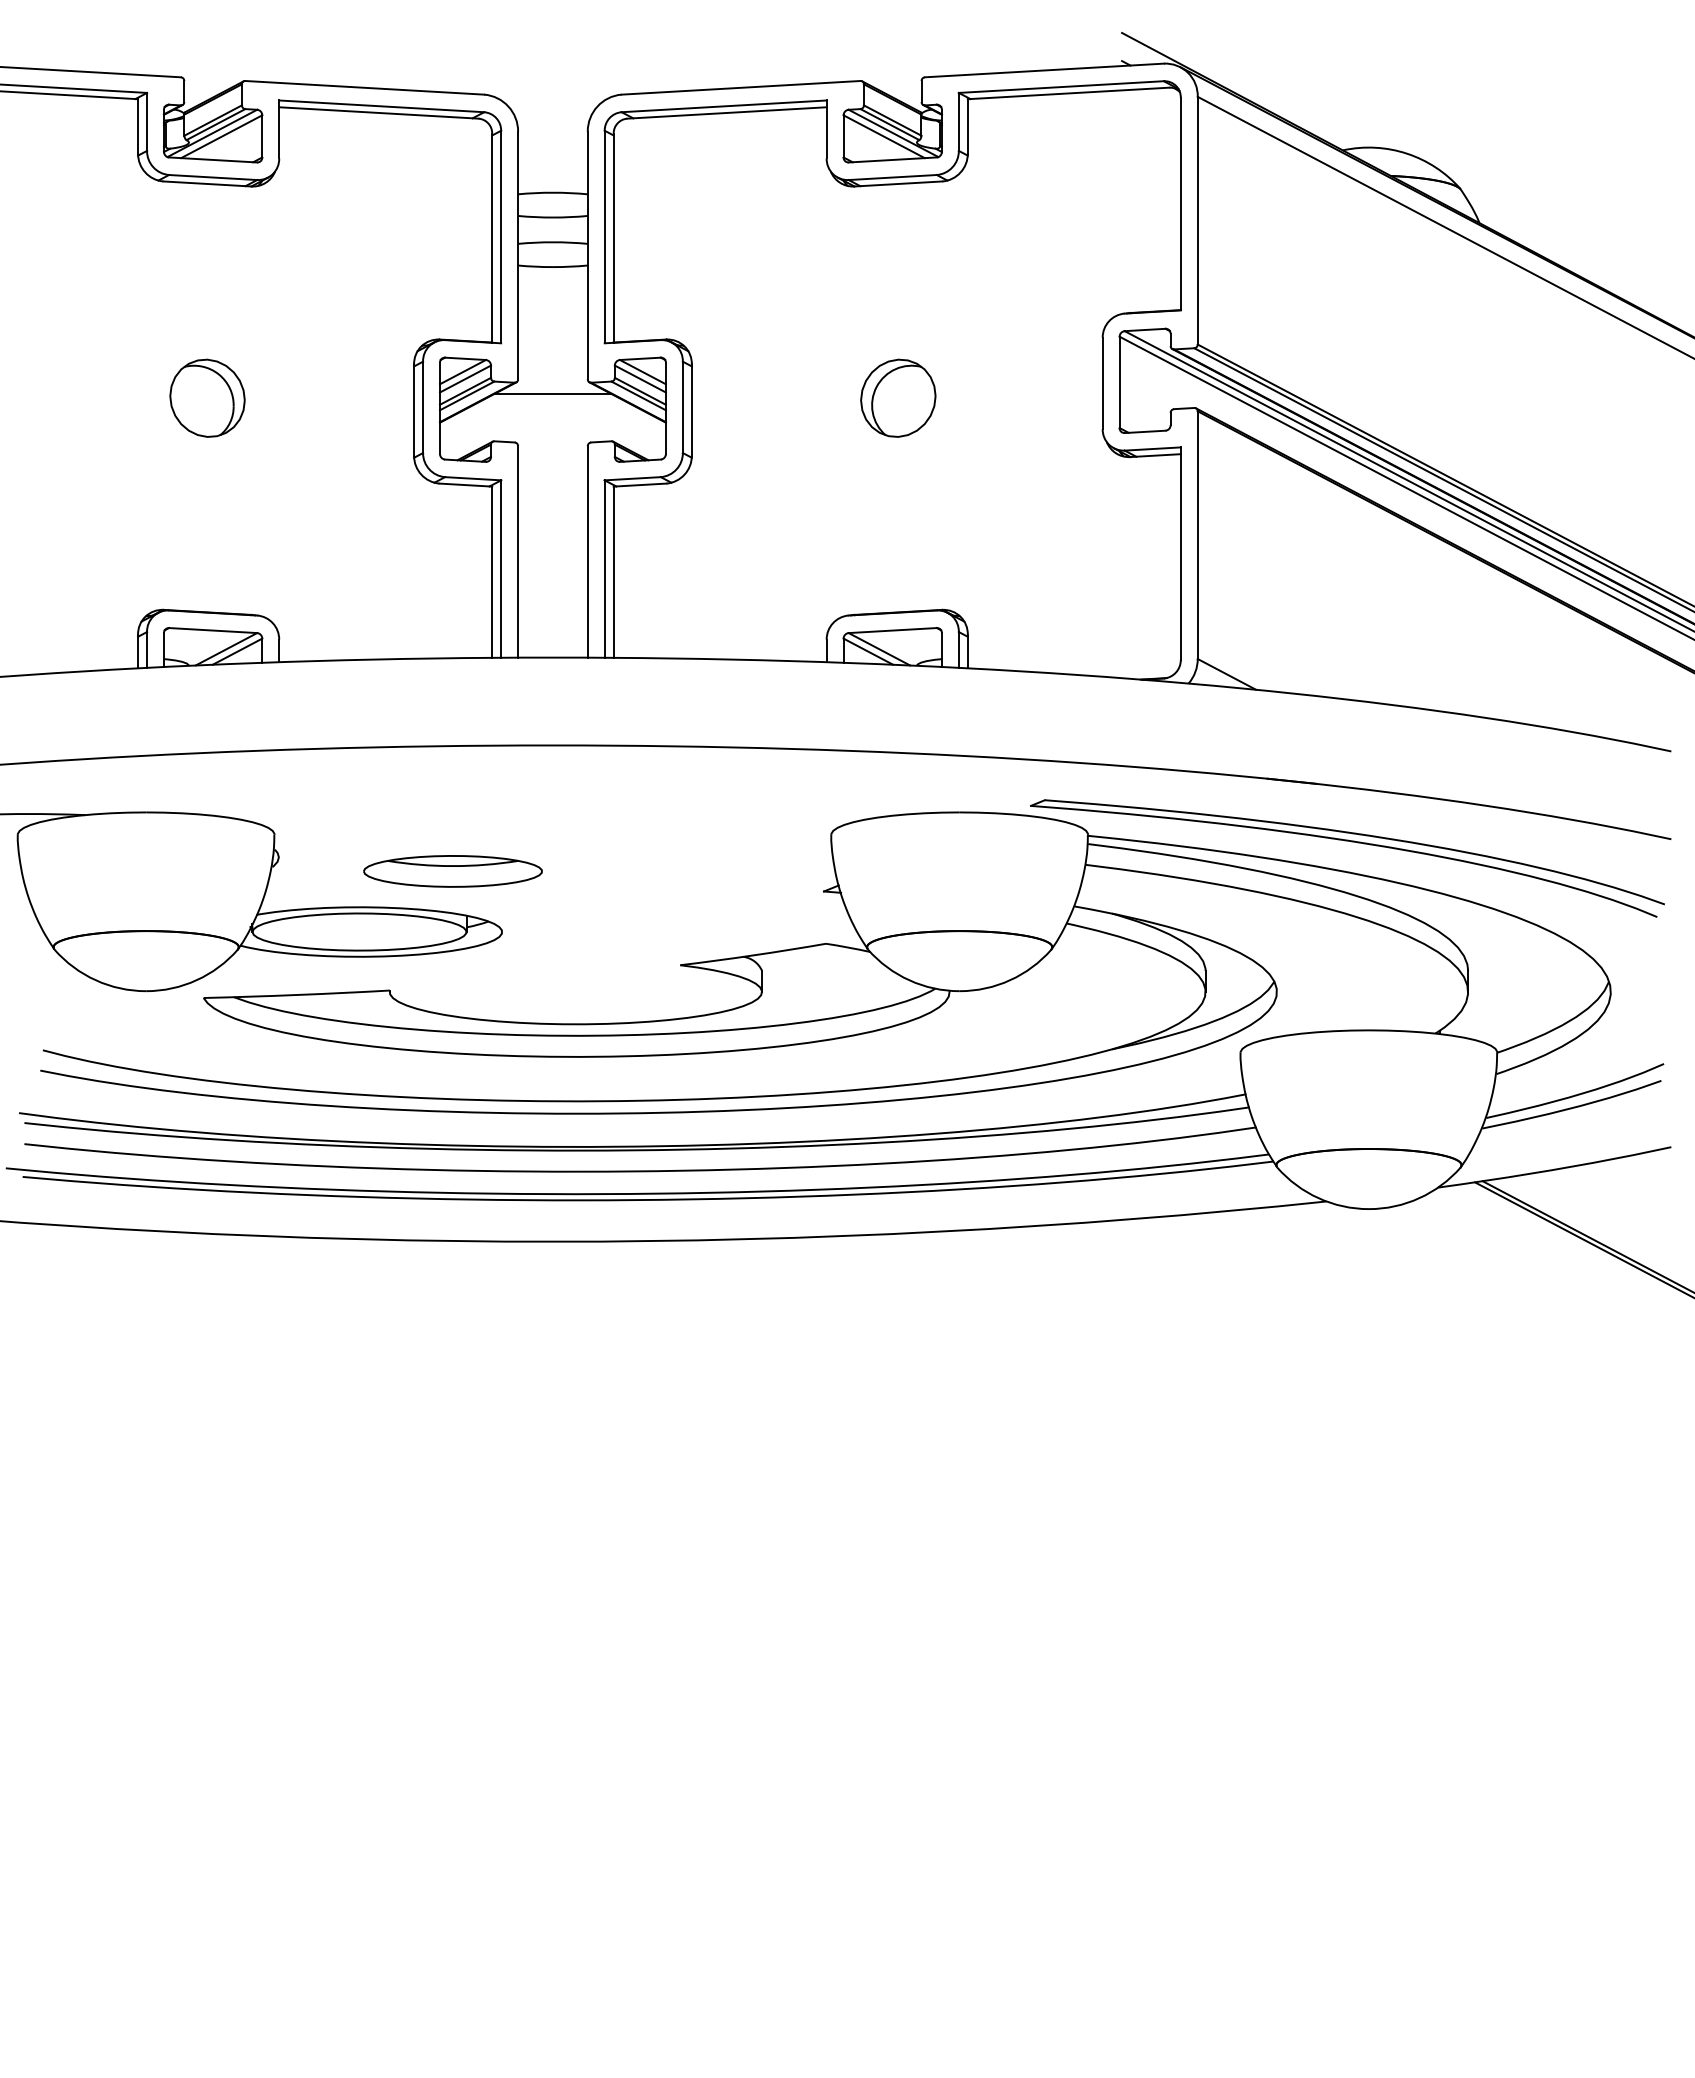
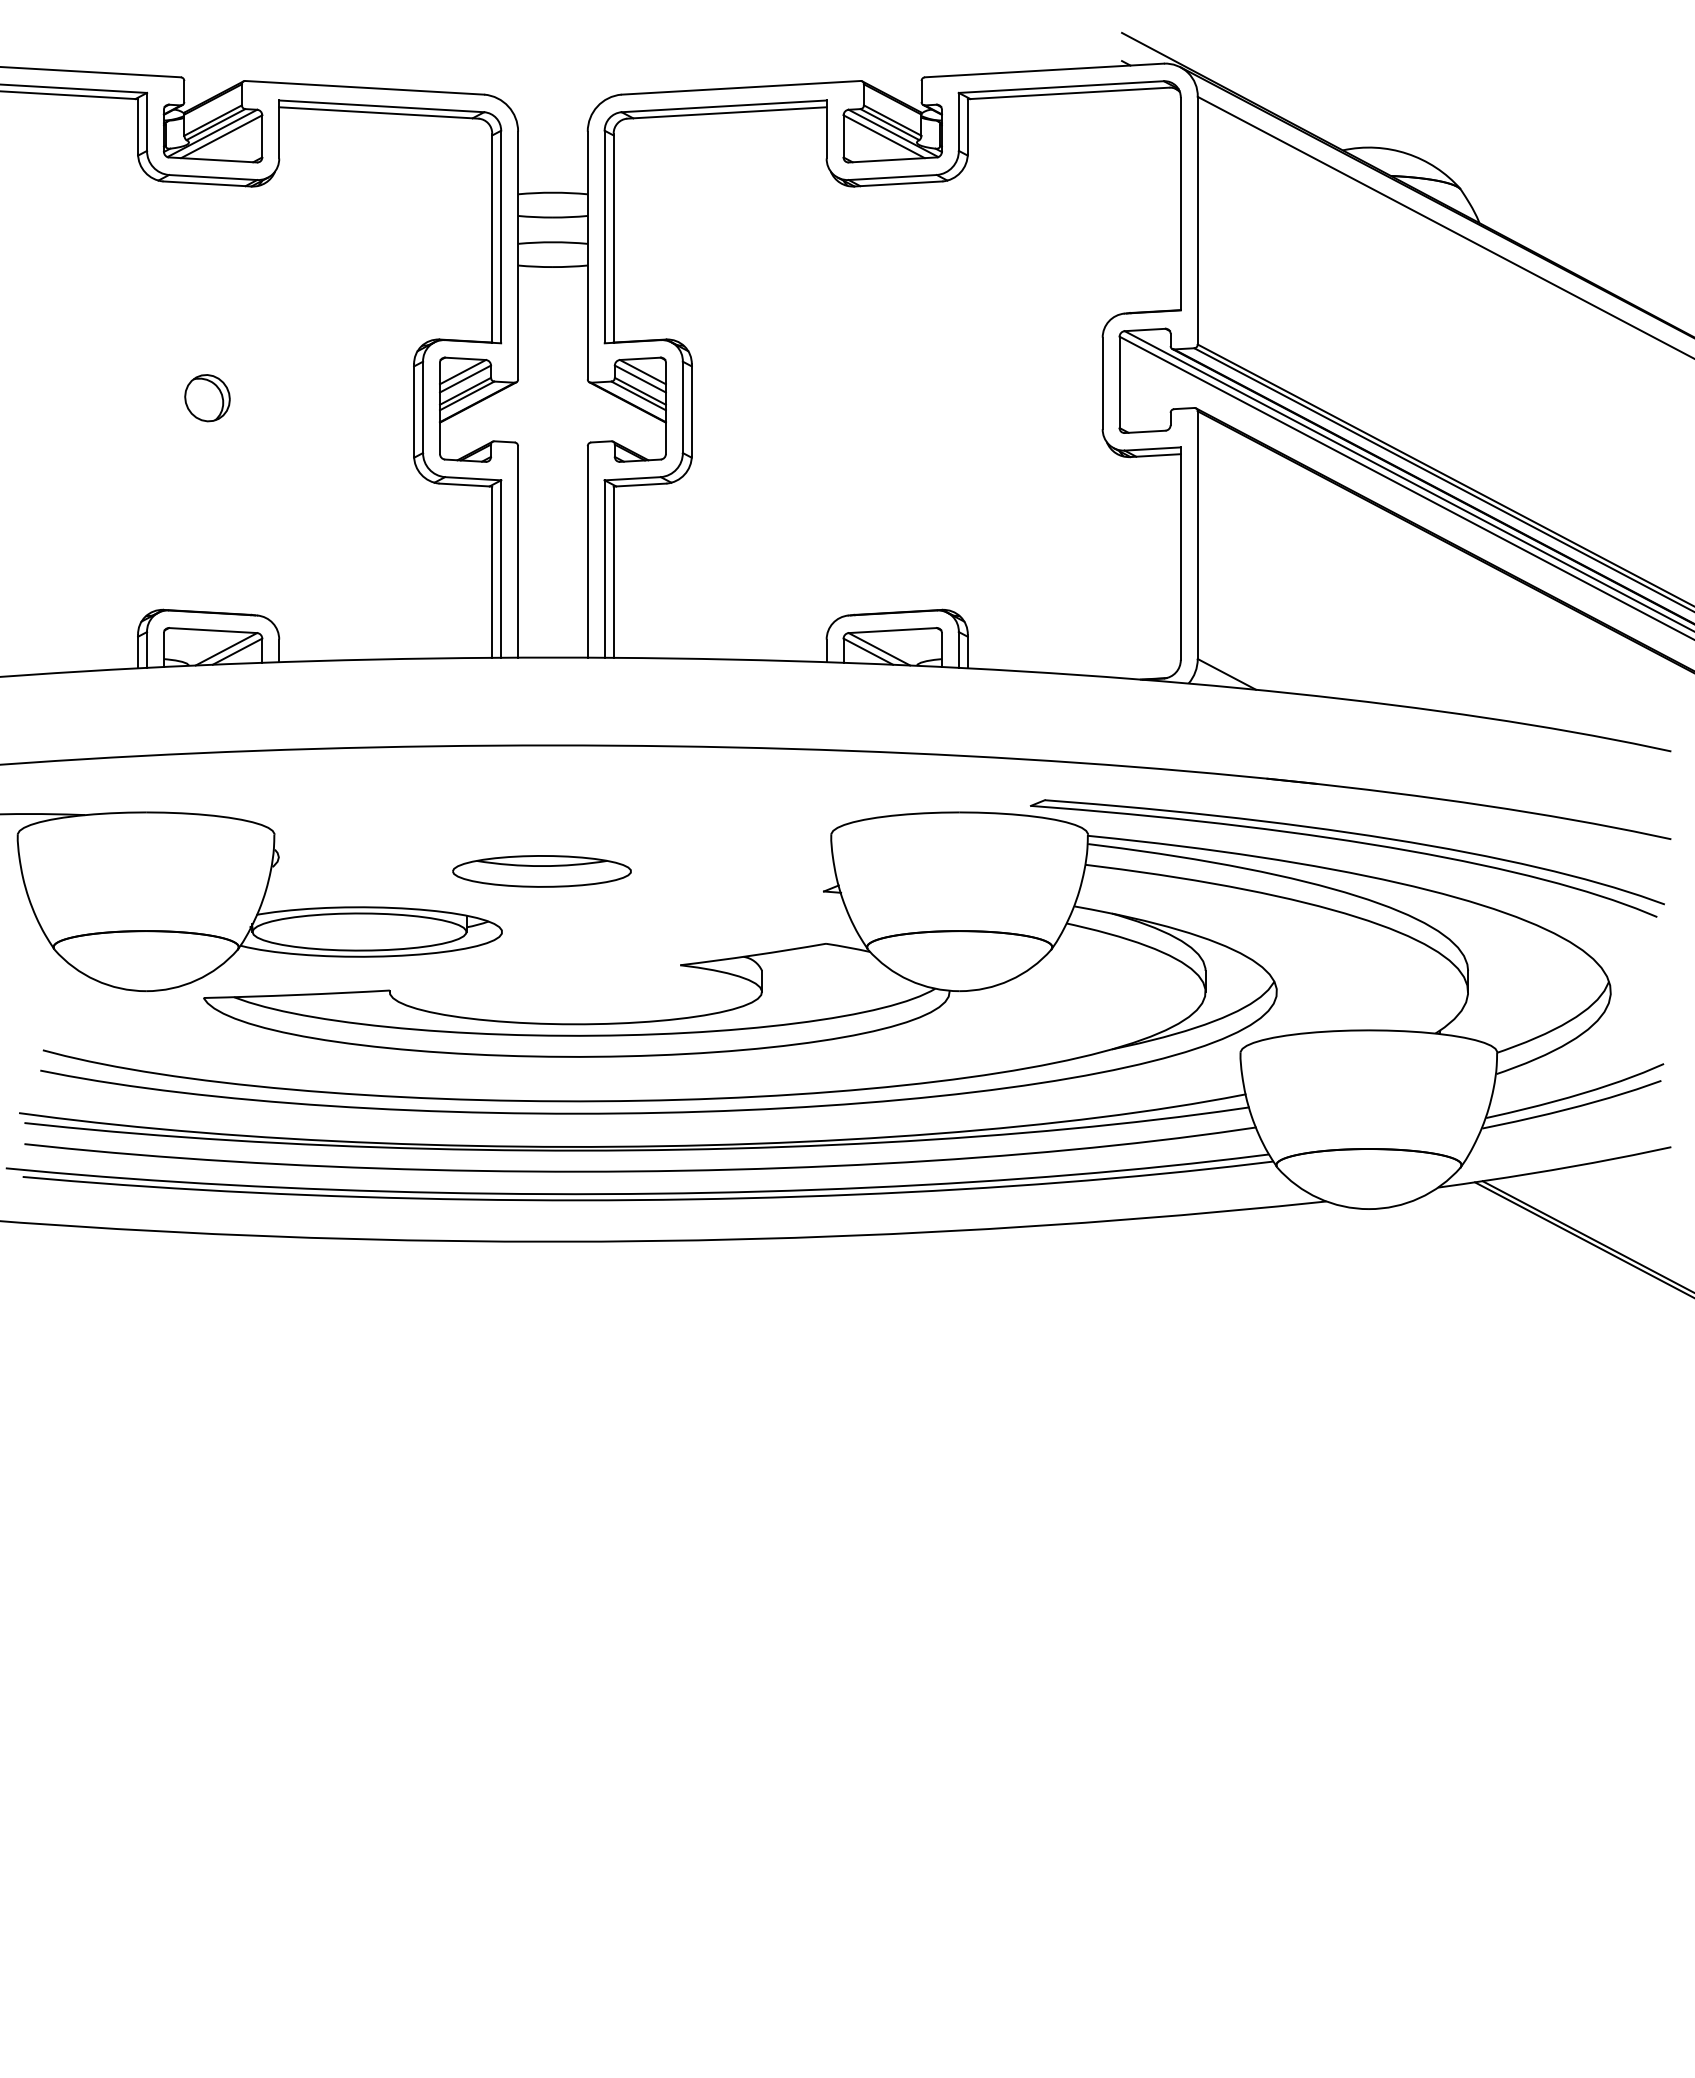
line at (552, 394): present -> none
part at (207, 397) size: 77x80 px -> 47x49 px
part at (898, 397): present -> none
part at (452, 871) position: (452, 871) -> (541, 871)
